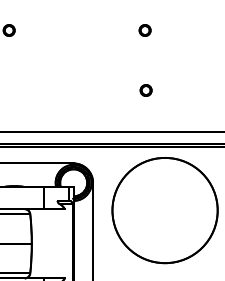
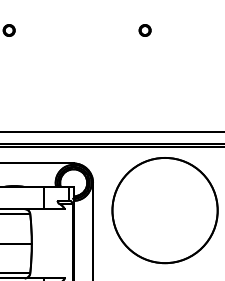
part at (145, 90): present -> none
